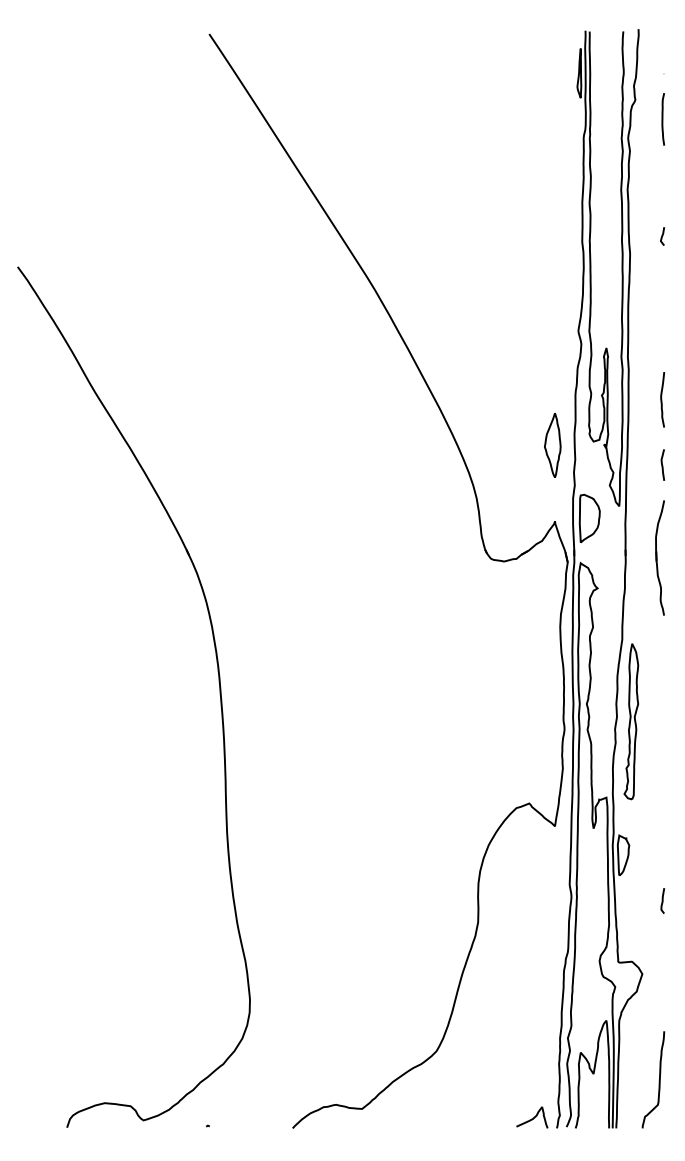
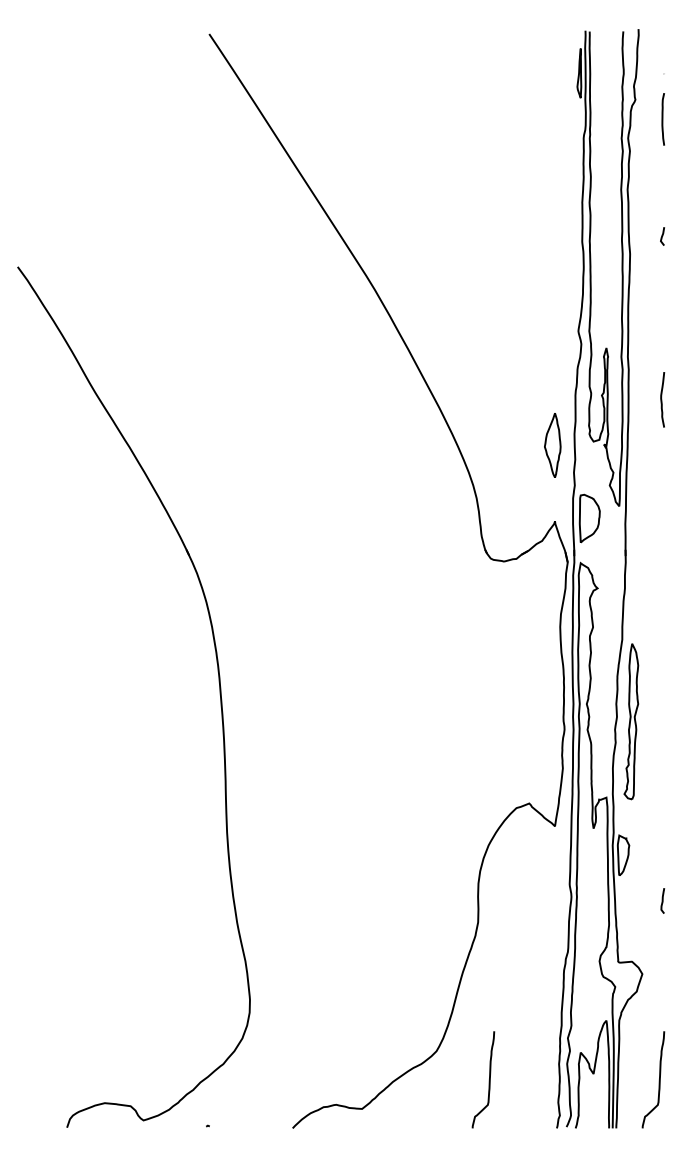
curve at (662, 464): present -> none
part at (659, 557): present -> none
curve at (488, 1080): none -> present
curve at (533, 1117): present -> none
